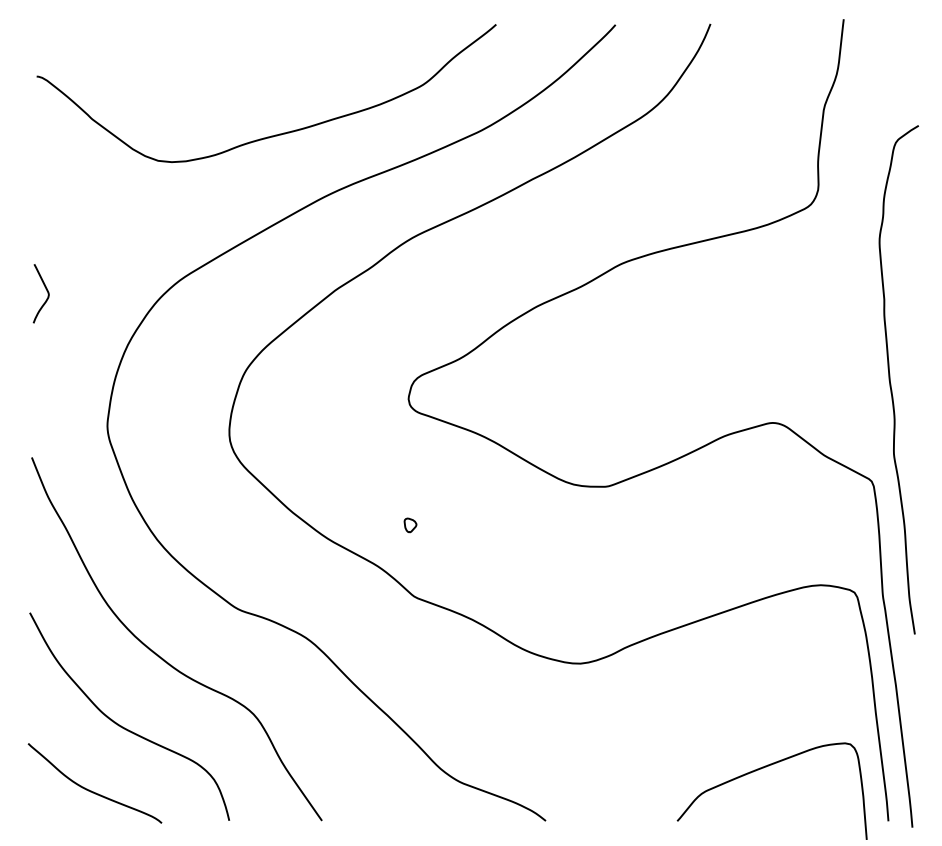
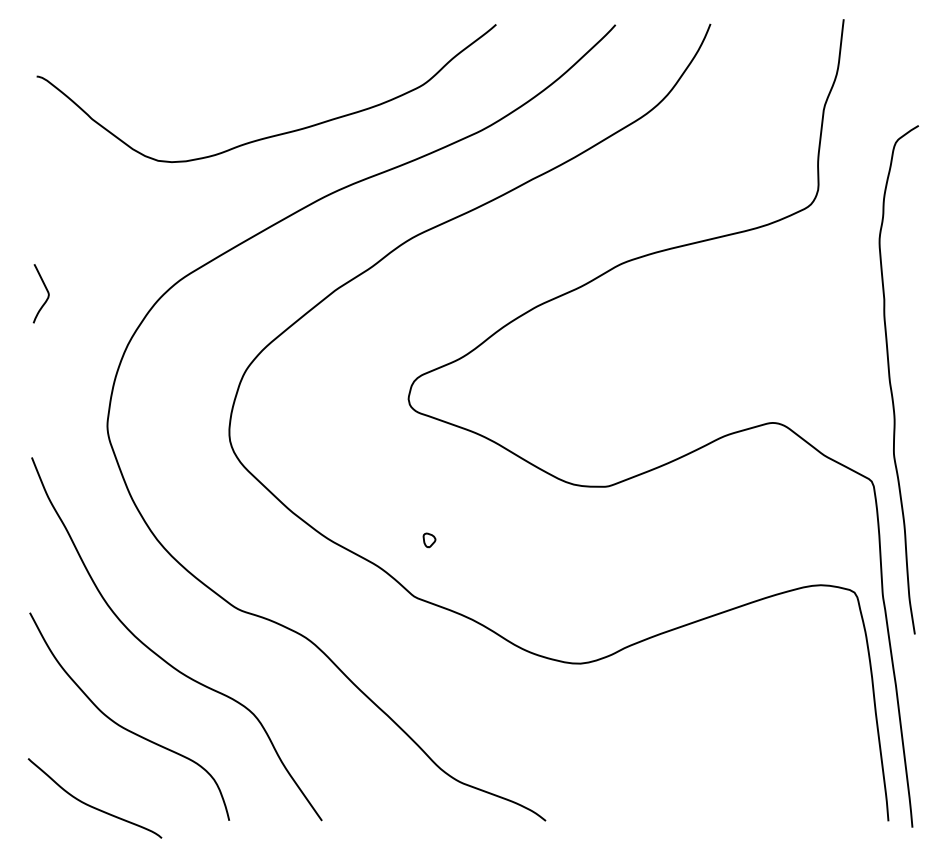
part at (410, 525) position: (410, 525) -> (429, 540)
curve at (761, 769): present -> none
curve at (91, 790) position: (91, 790) -> (91, 805)
